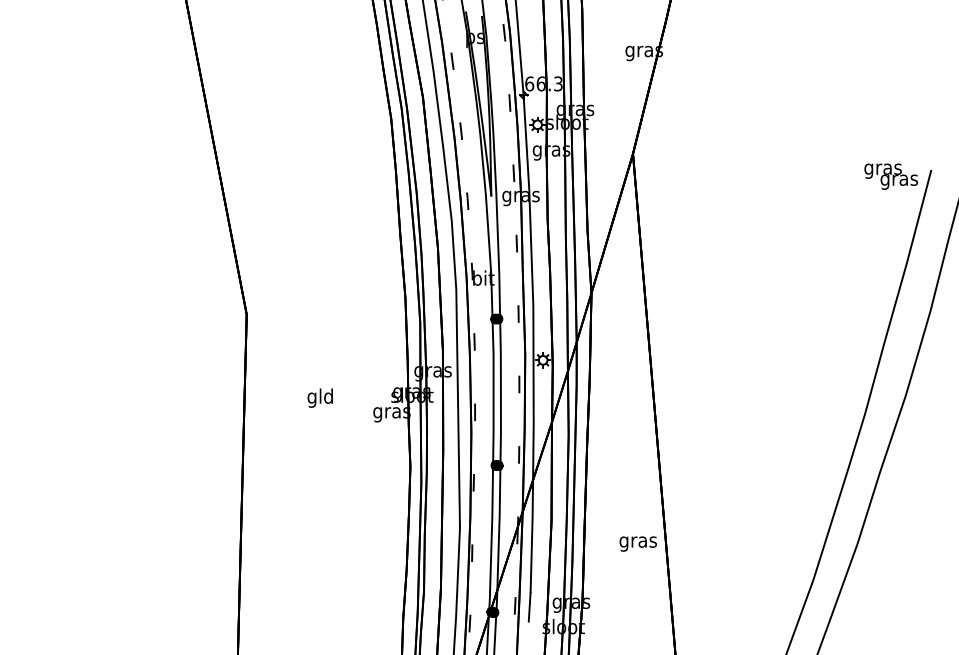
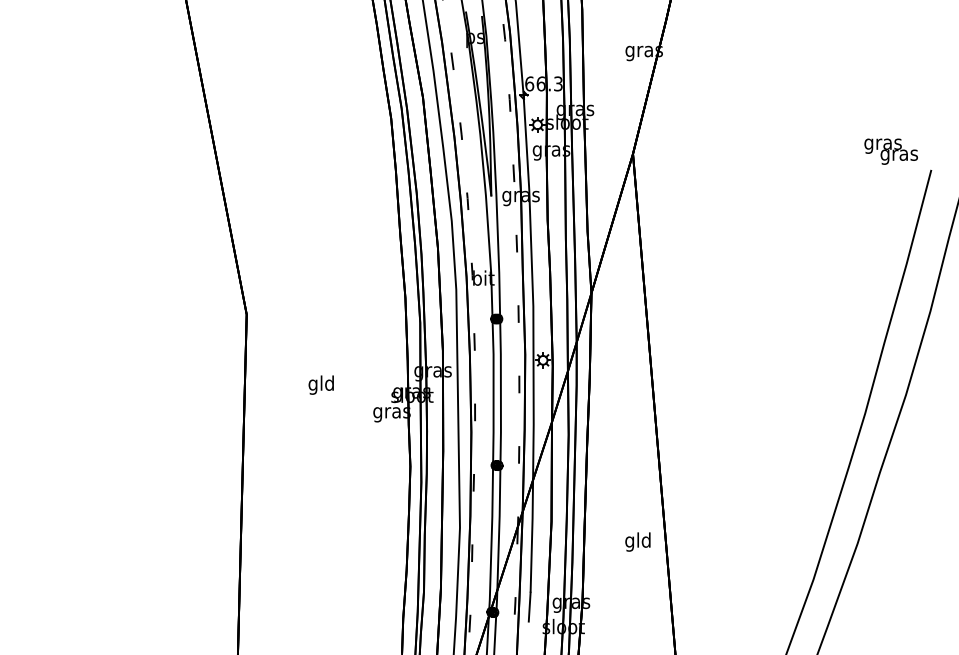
text at (890, 176) position: (890, 176) -> (890, 151)
text at (319, 397) position: (319, 397) -> (320, 384)
text at (637, 541): gras -> gld
